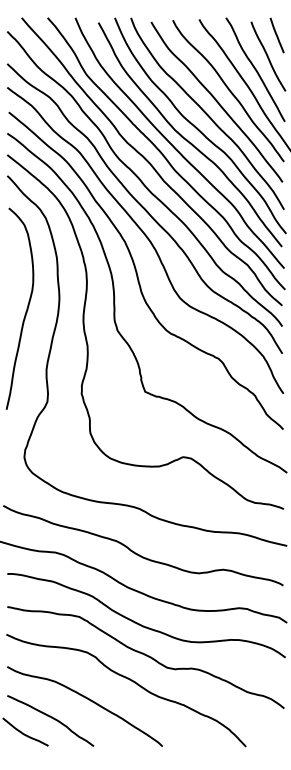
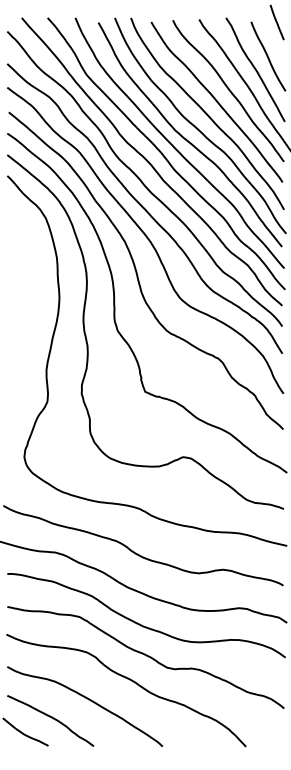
line at (276, 35) position: (276, 35) -> (276, 22)
curve at (25, 311): present -> none
